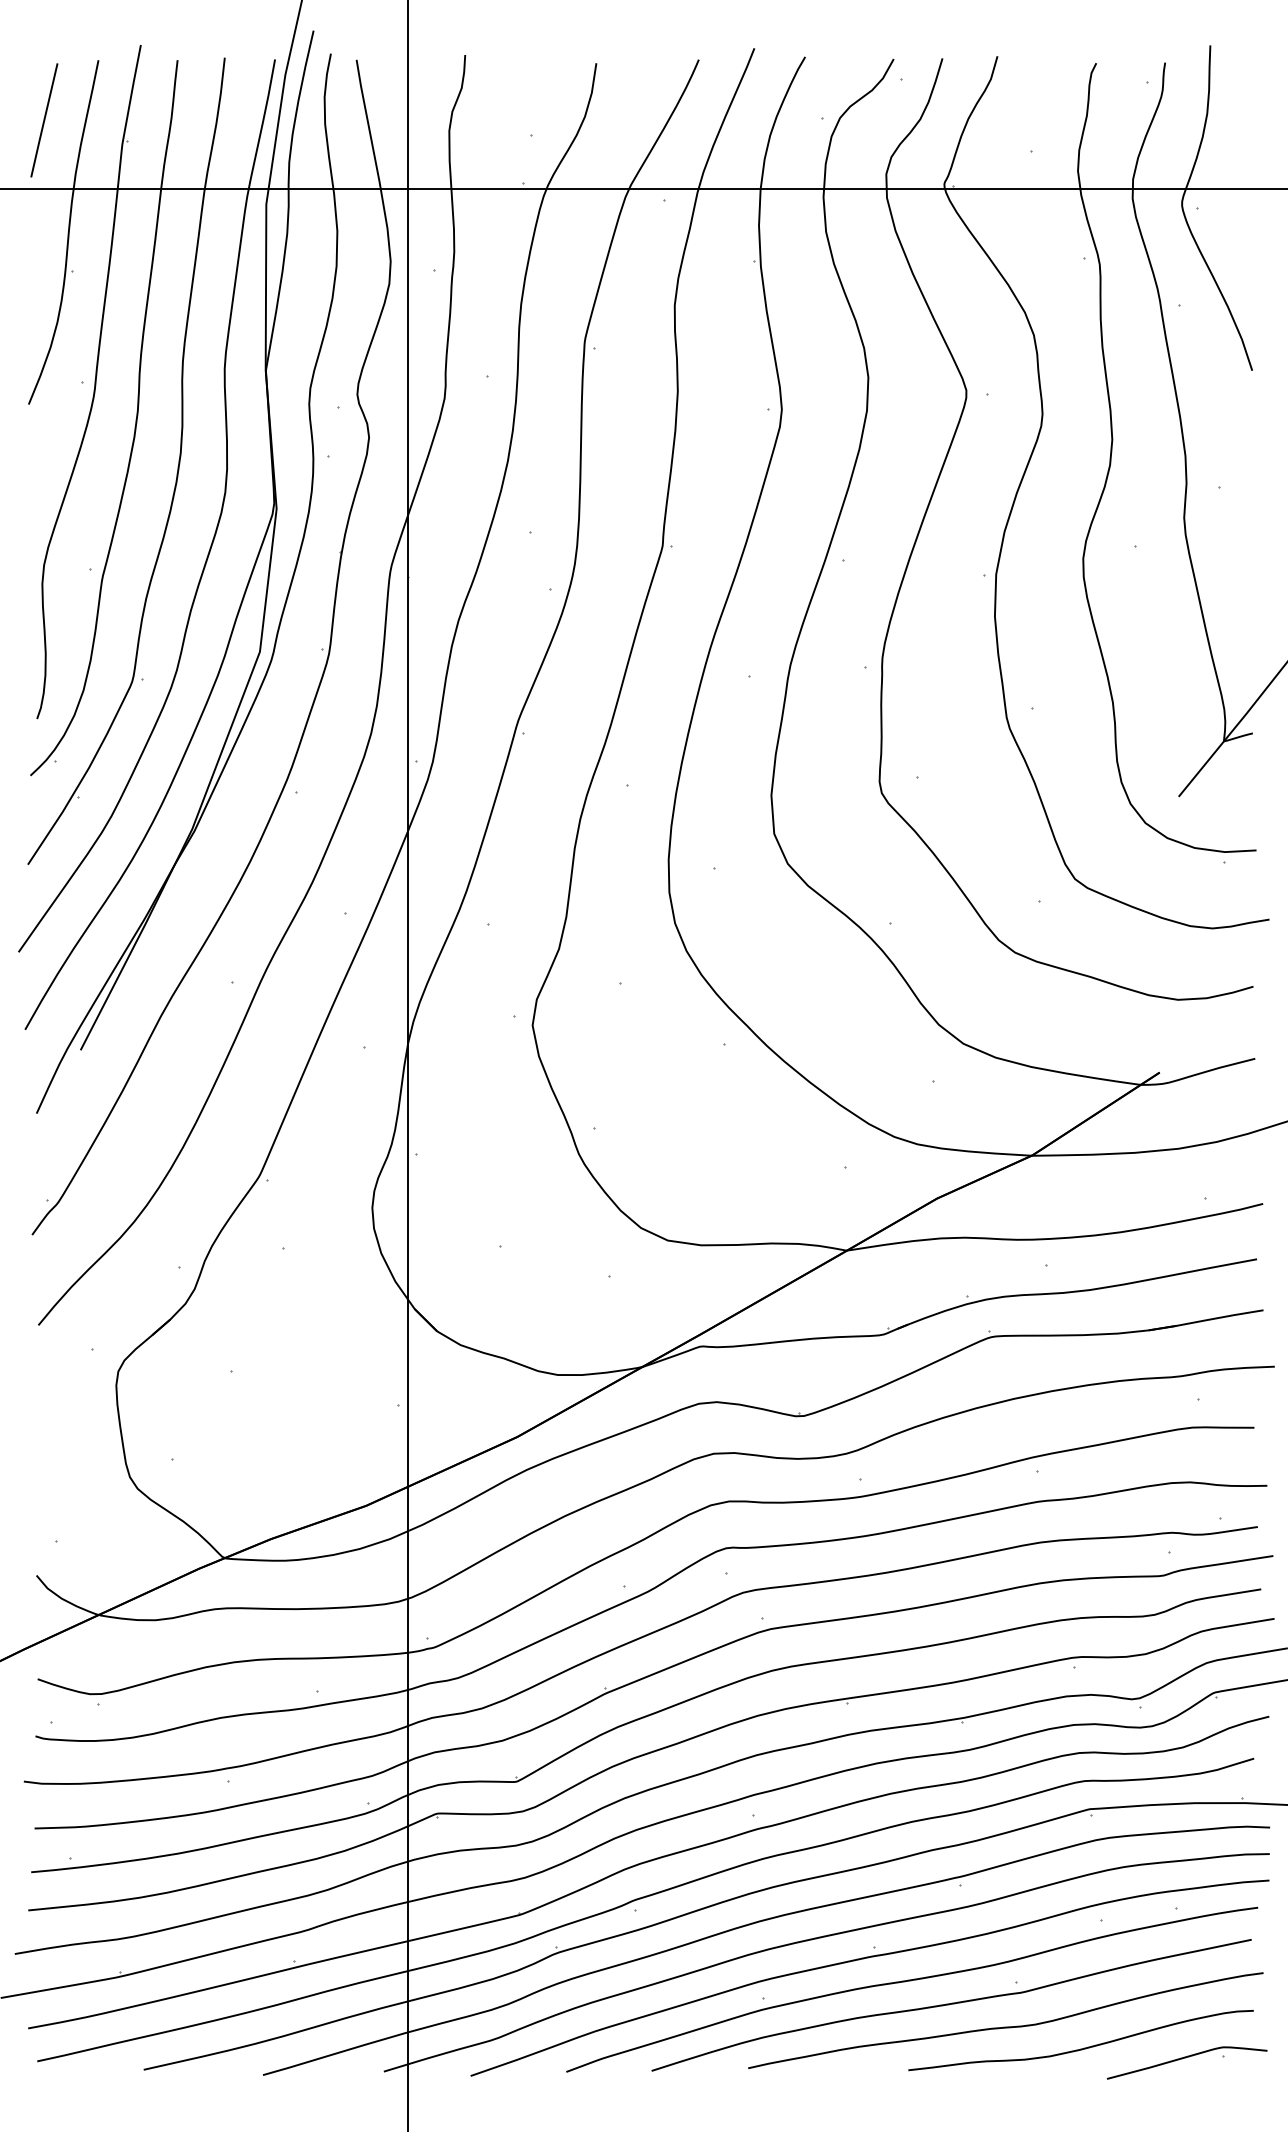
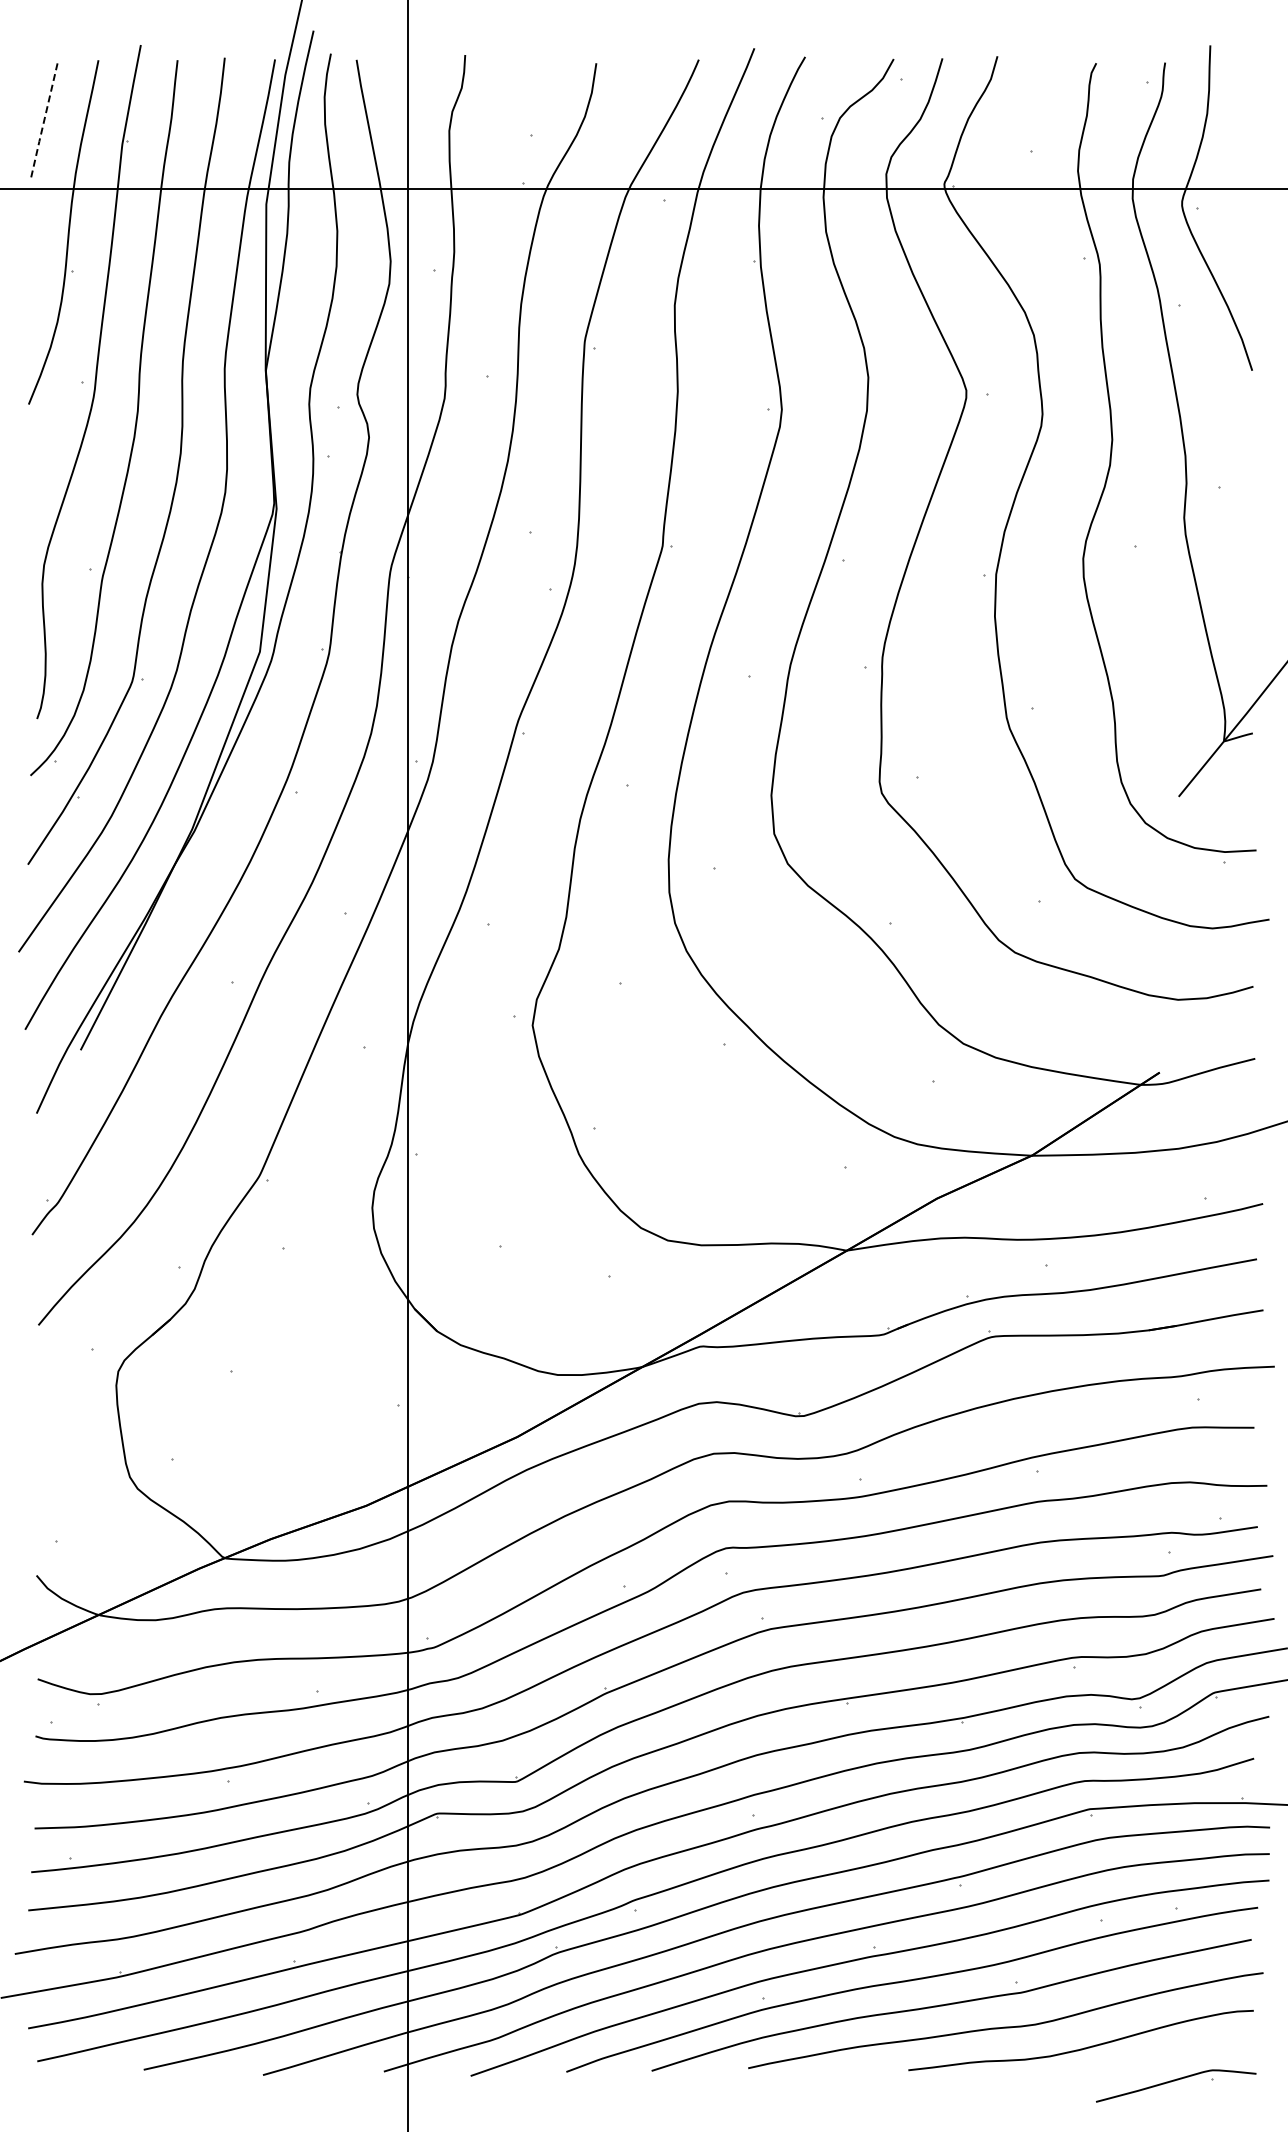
line at (44, 121): solid -> dashed
part at (1187, 2062) position: (1187, 2062) -> (1176, 2085)
